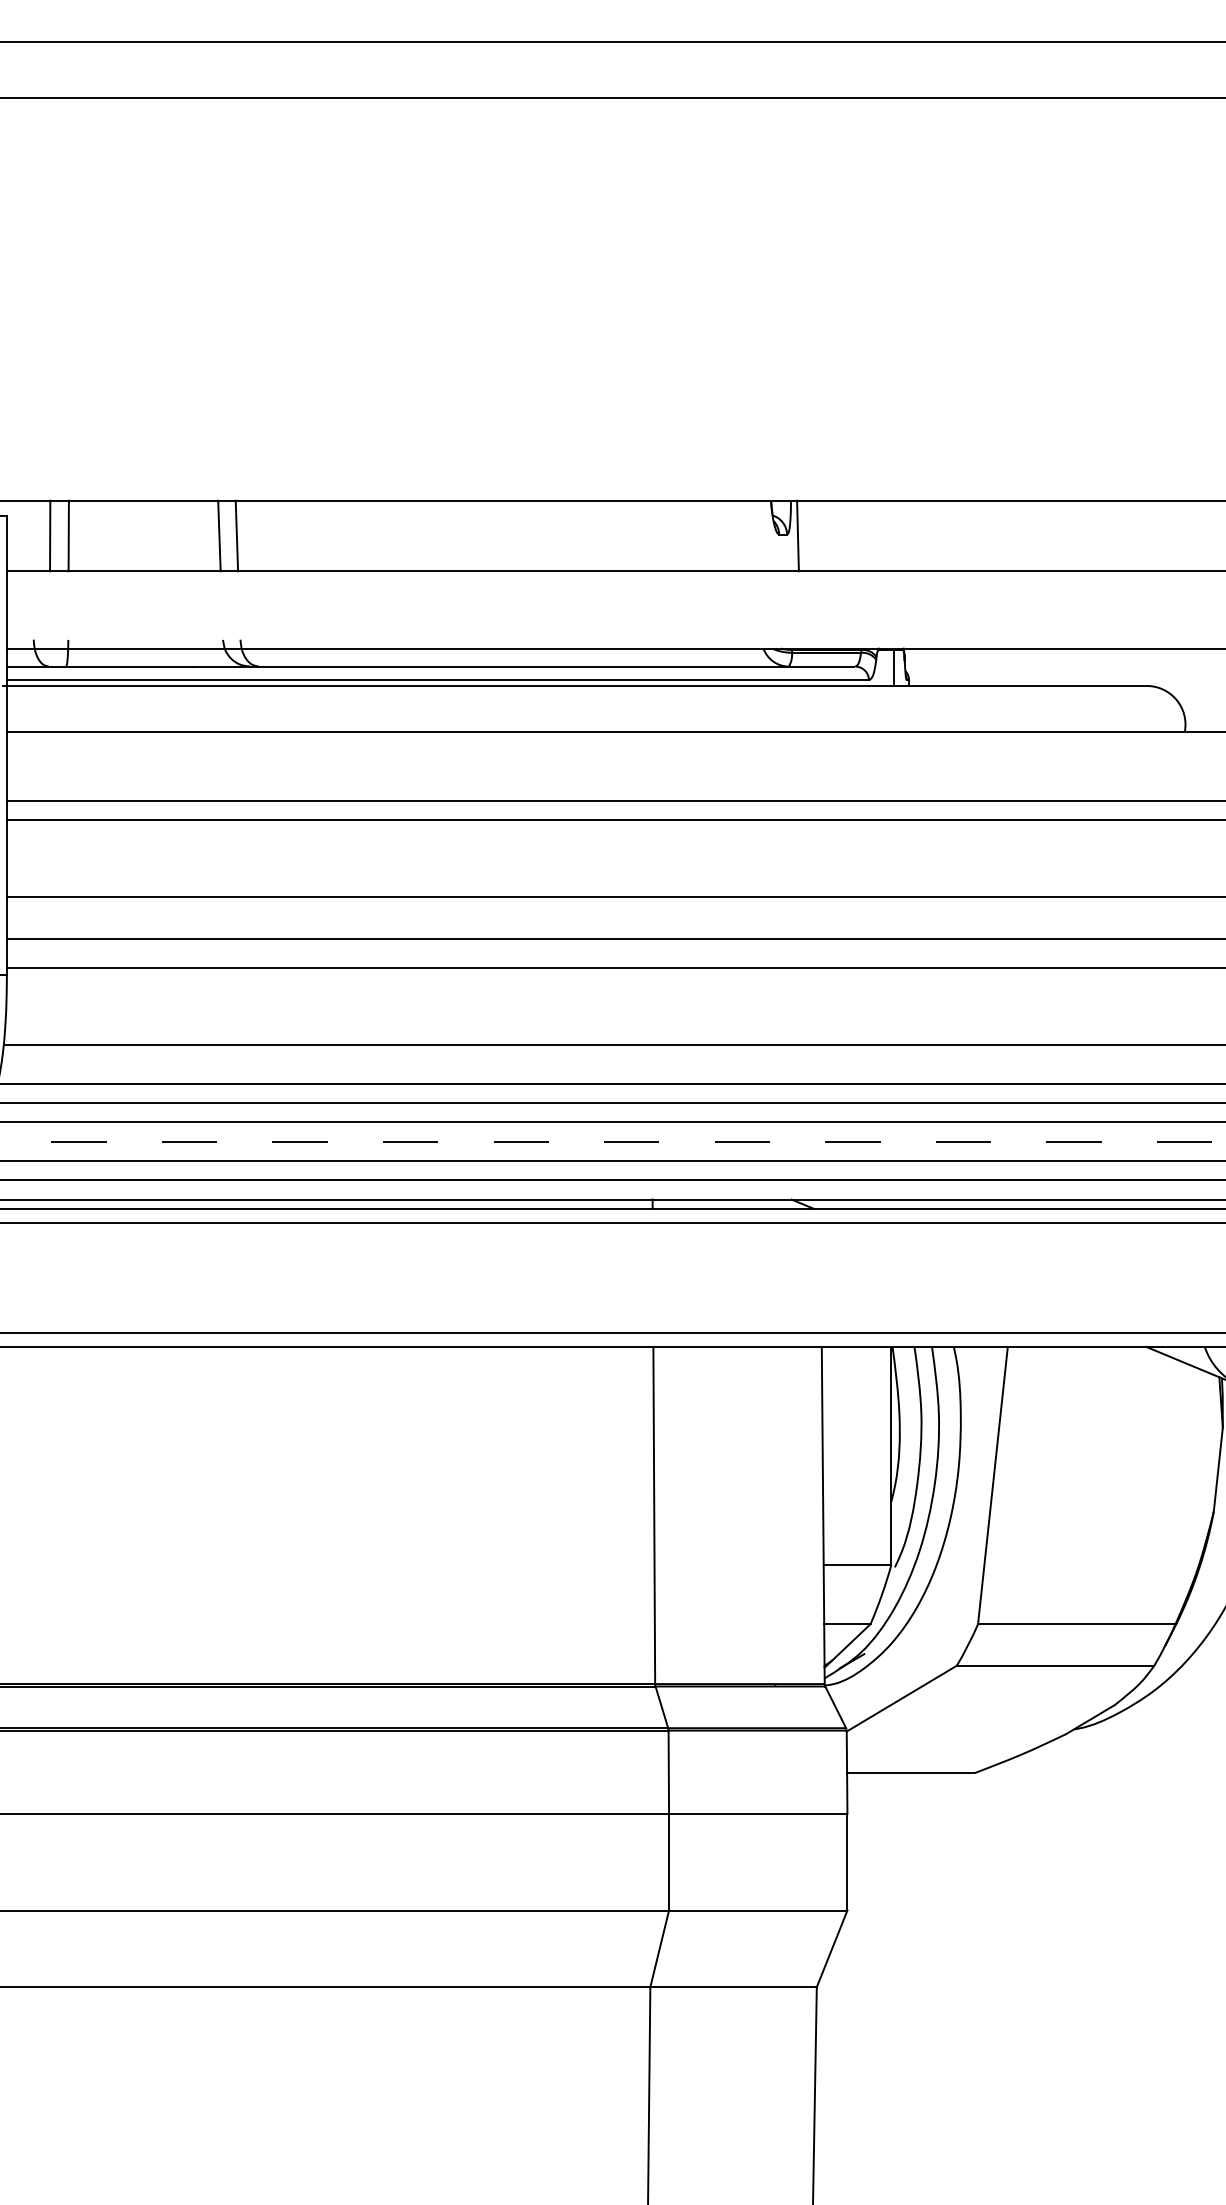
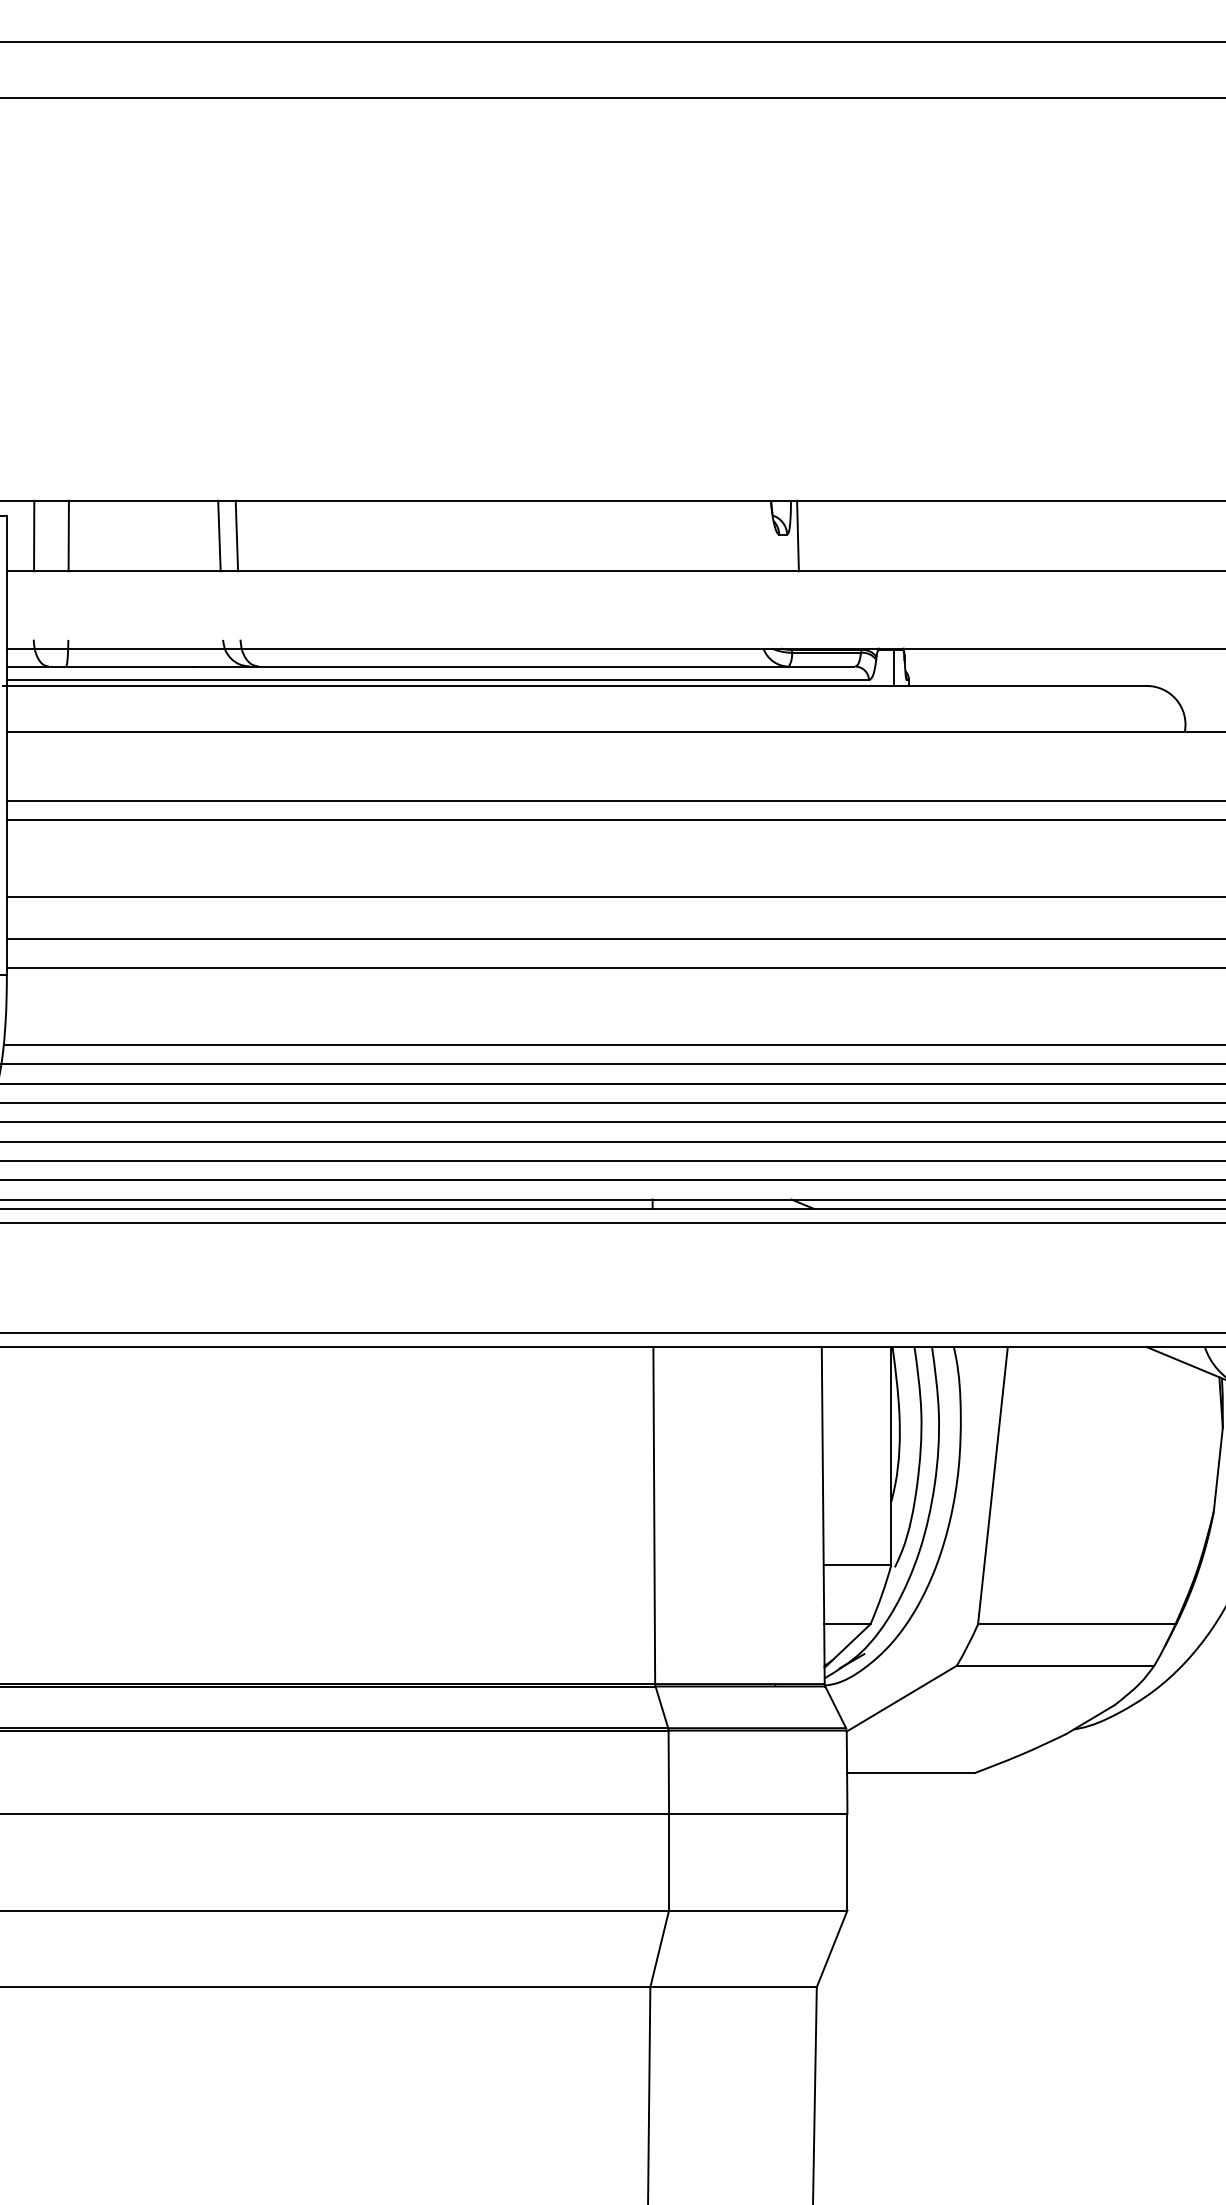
line at (50, 535) position: (50, 535) -> (34, 535)
line at (612, 1064): none -> present
line at (613, 1141): dashed -> solid
